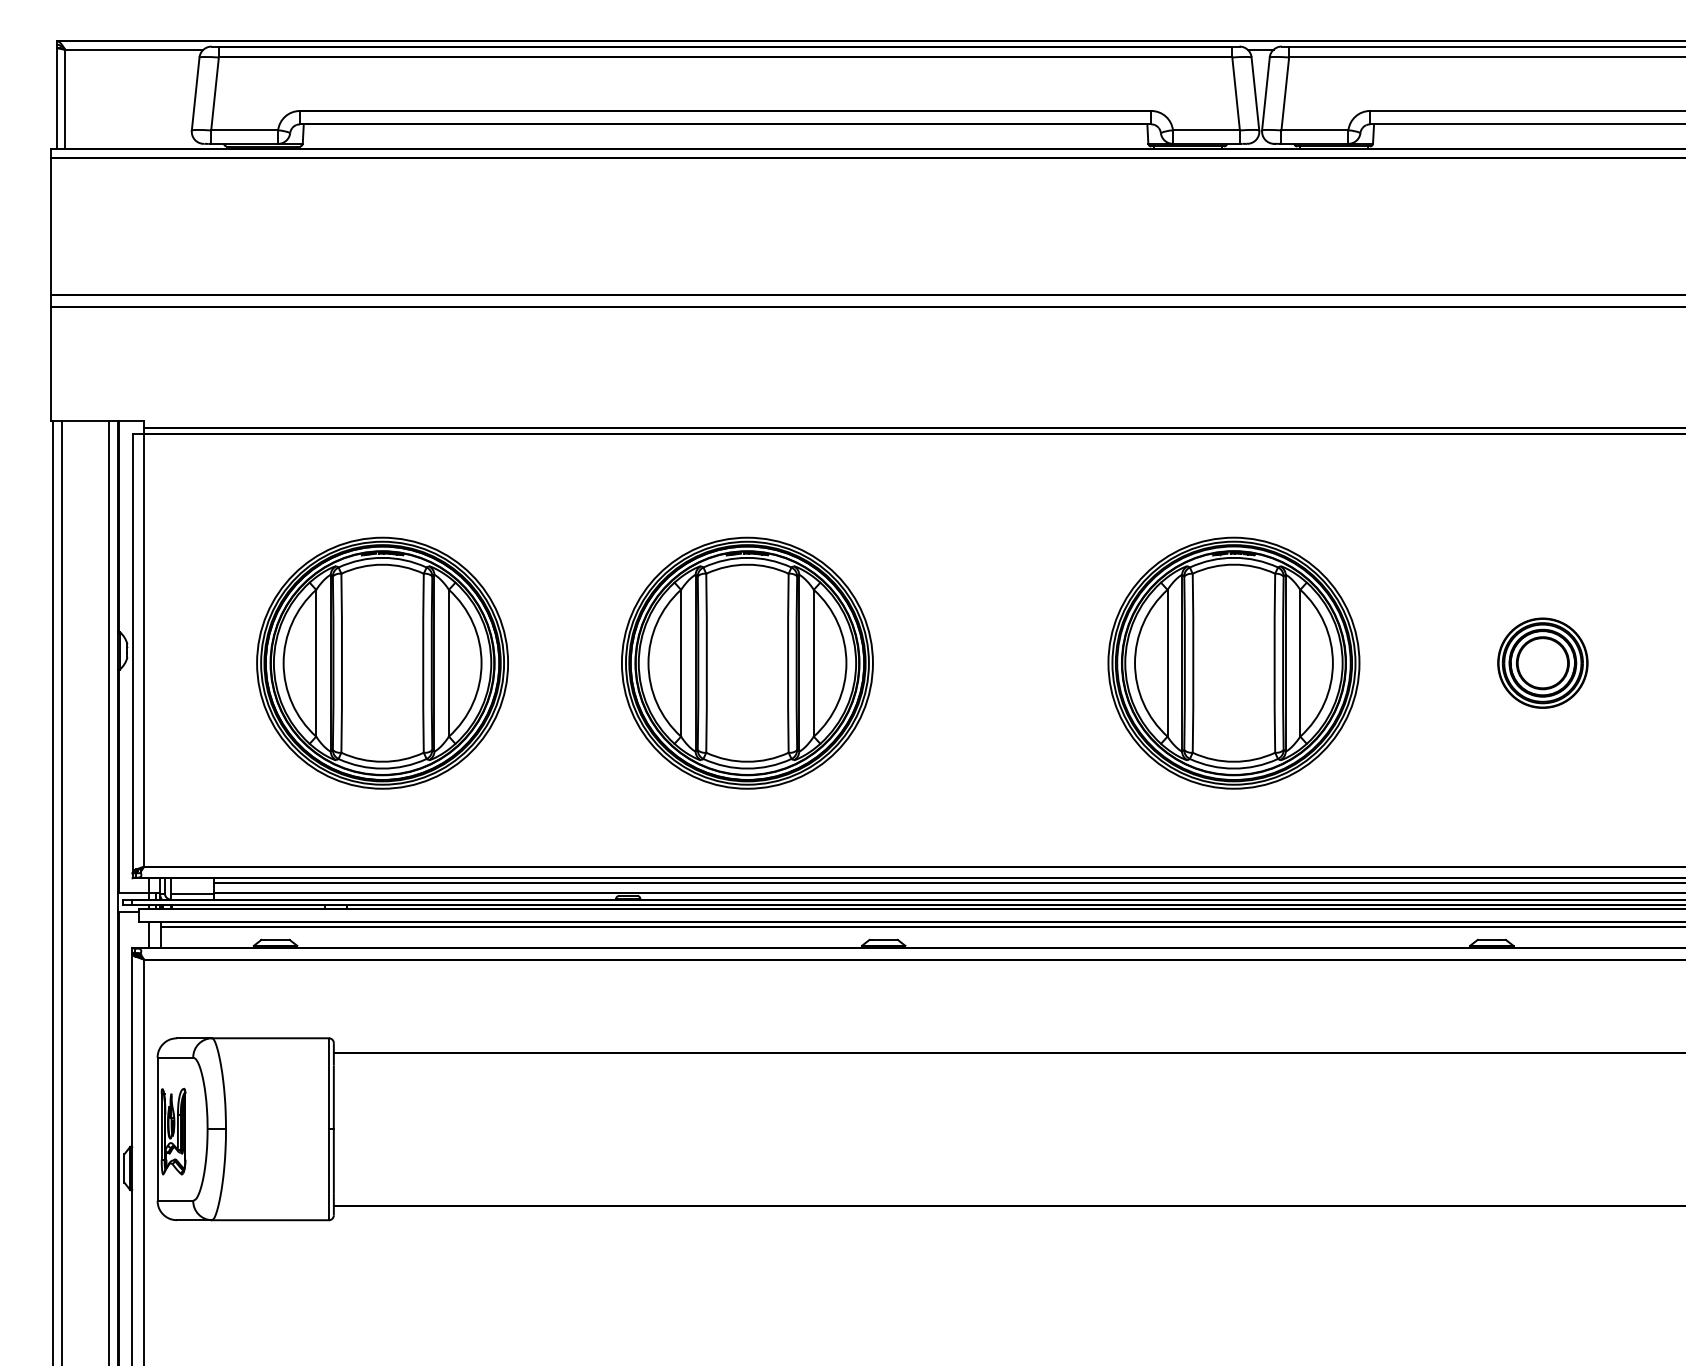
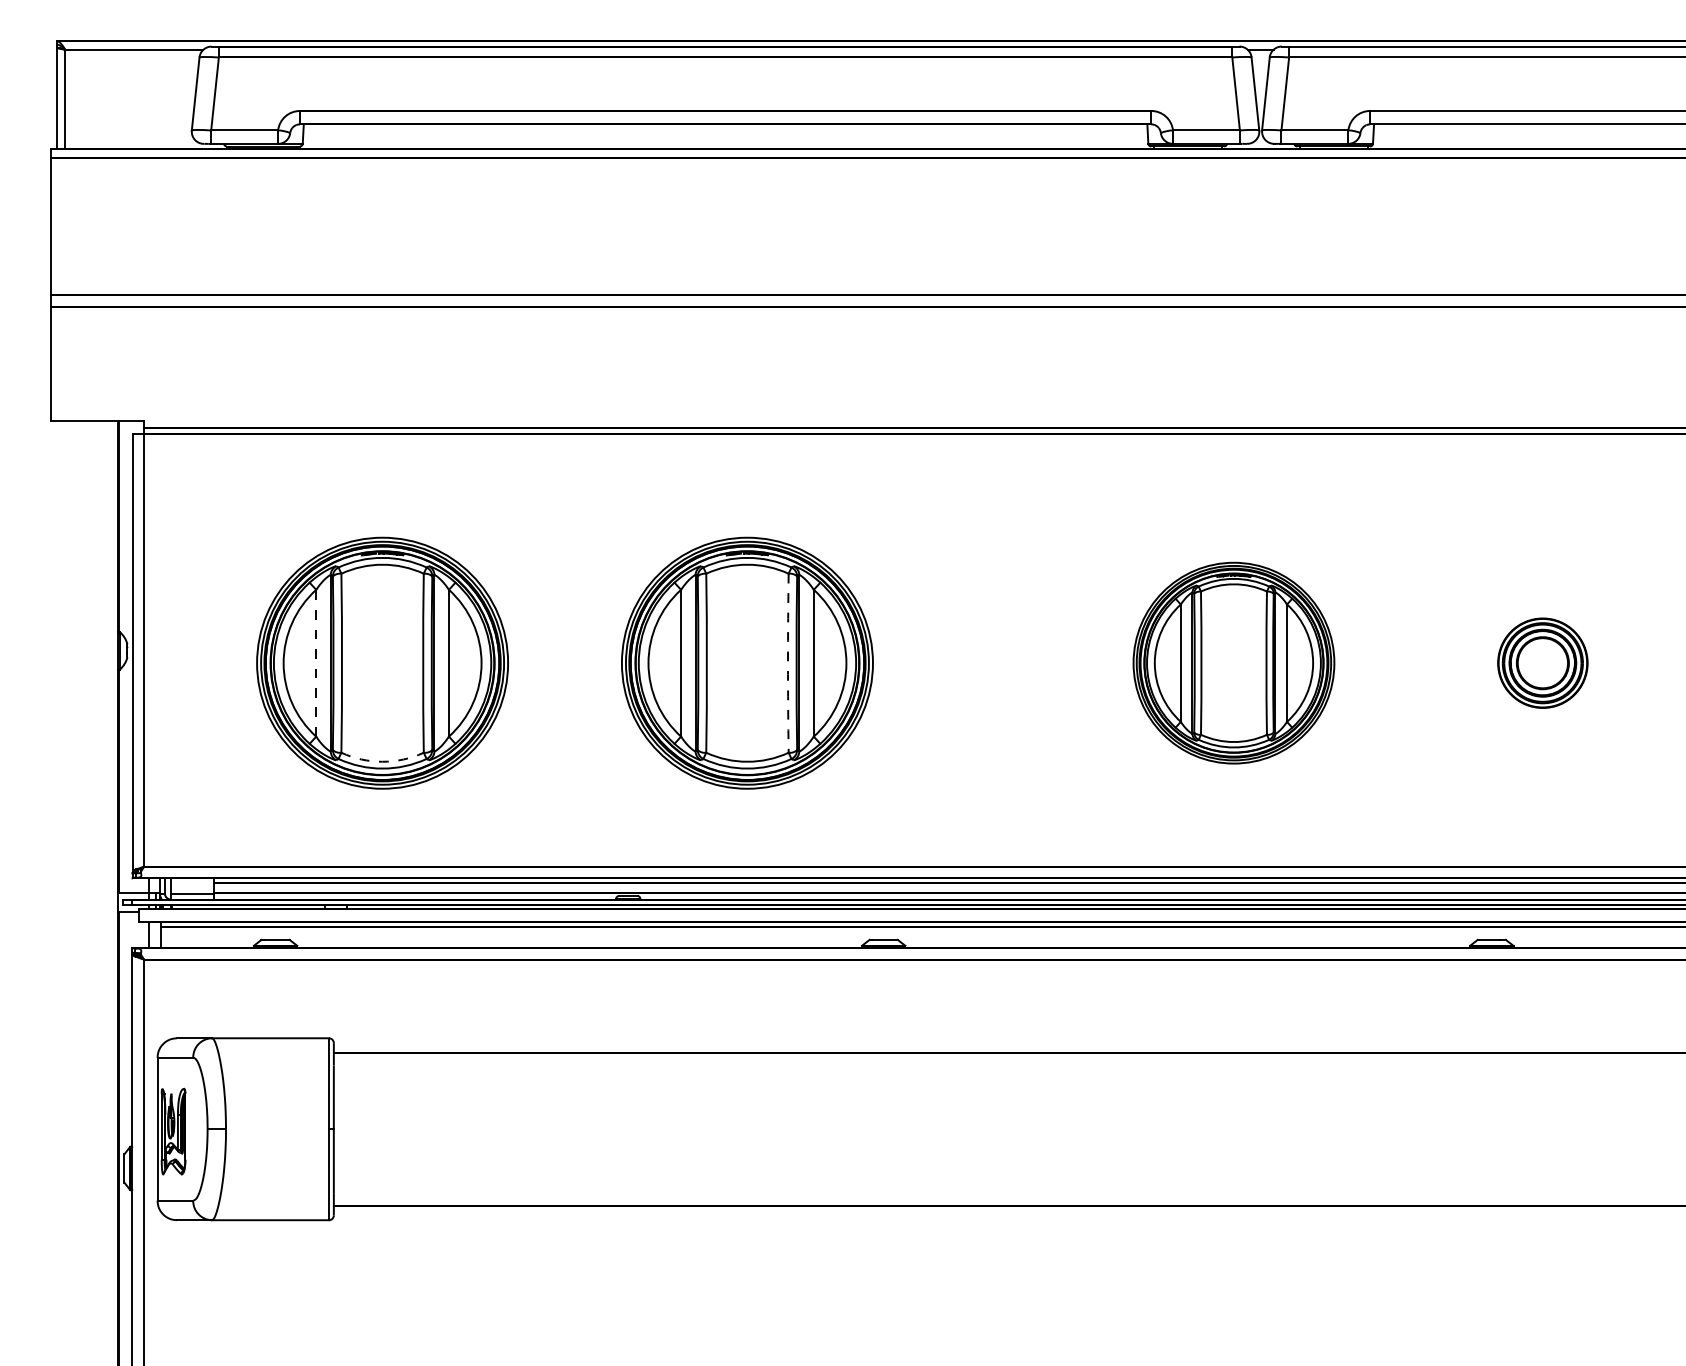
line at (316, 662): solid -> dashed
part at (1233, 662) size: 254x254 px -> 204x204 px
arc at (788, 663): solid -> dashed
arc at (382, 761): solid -> dashed
line at (53, 891): present -> none
line at (62, 891): present -> none
line at (108, 891): present -> none
